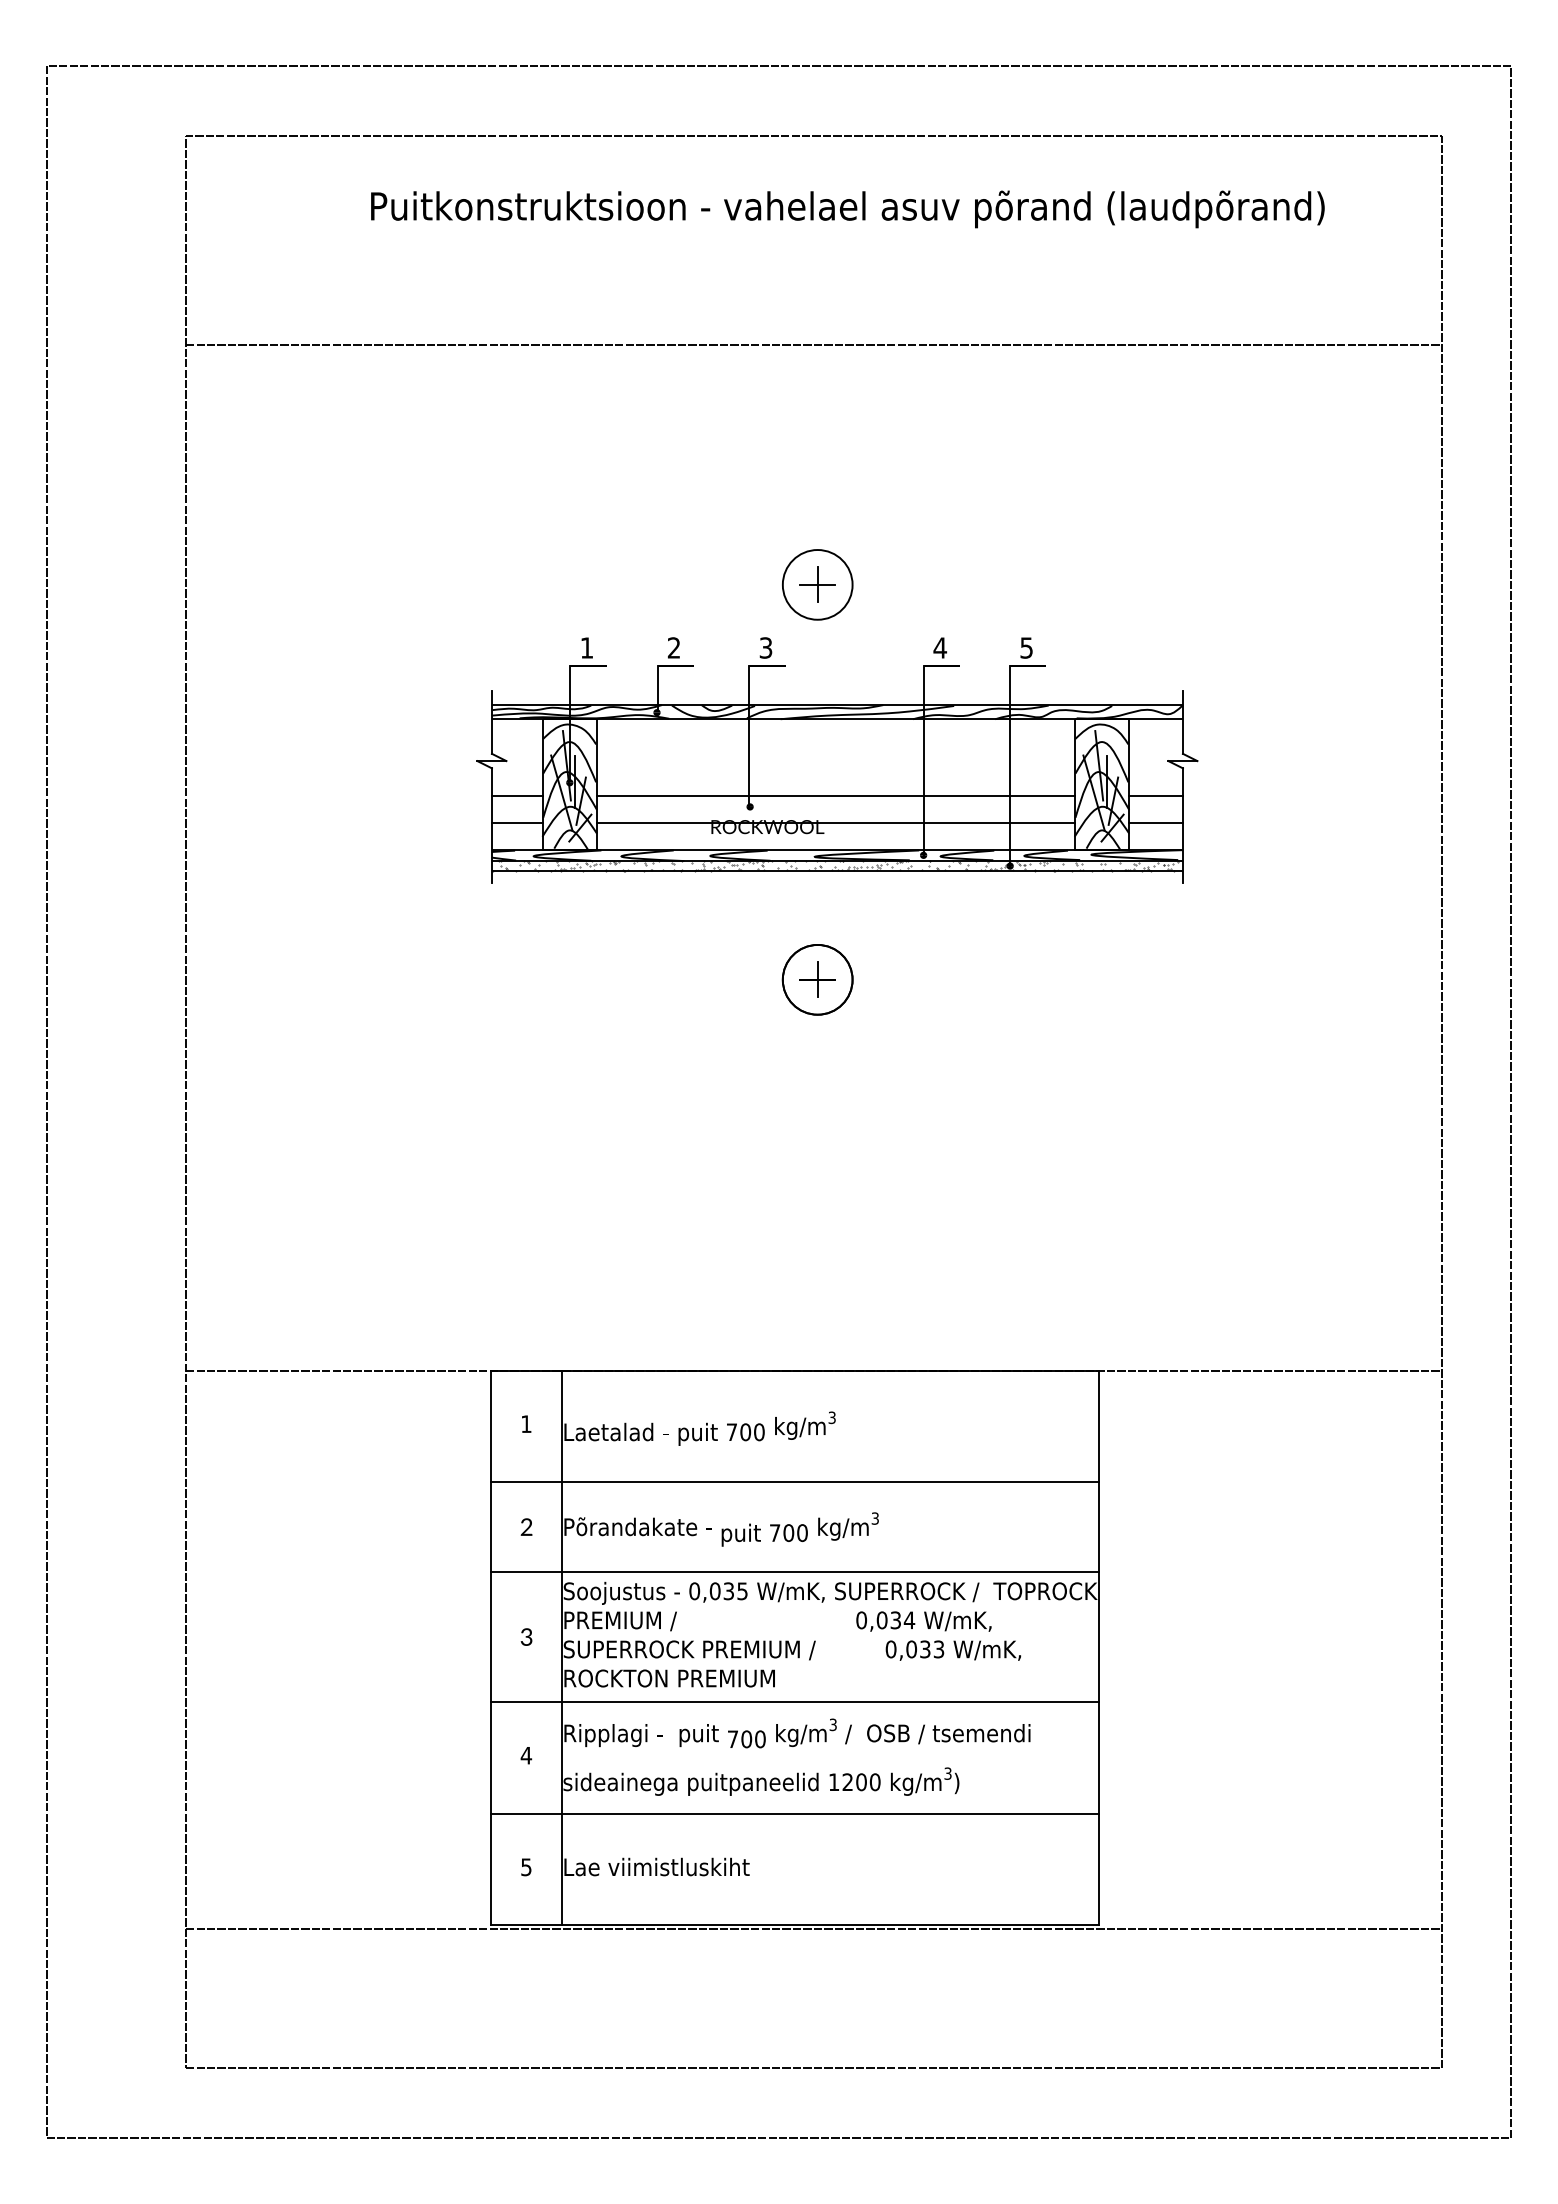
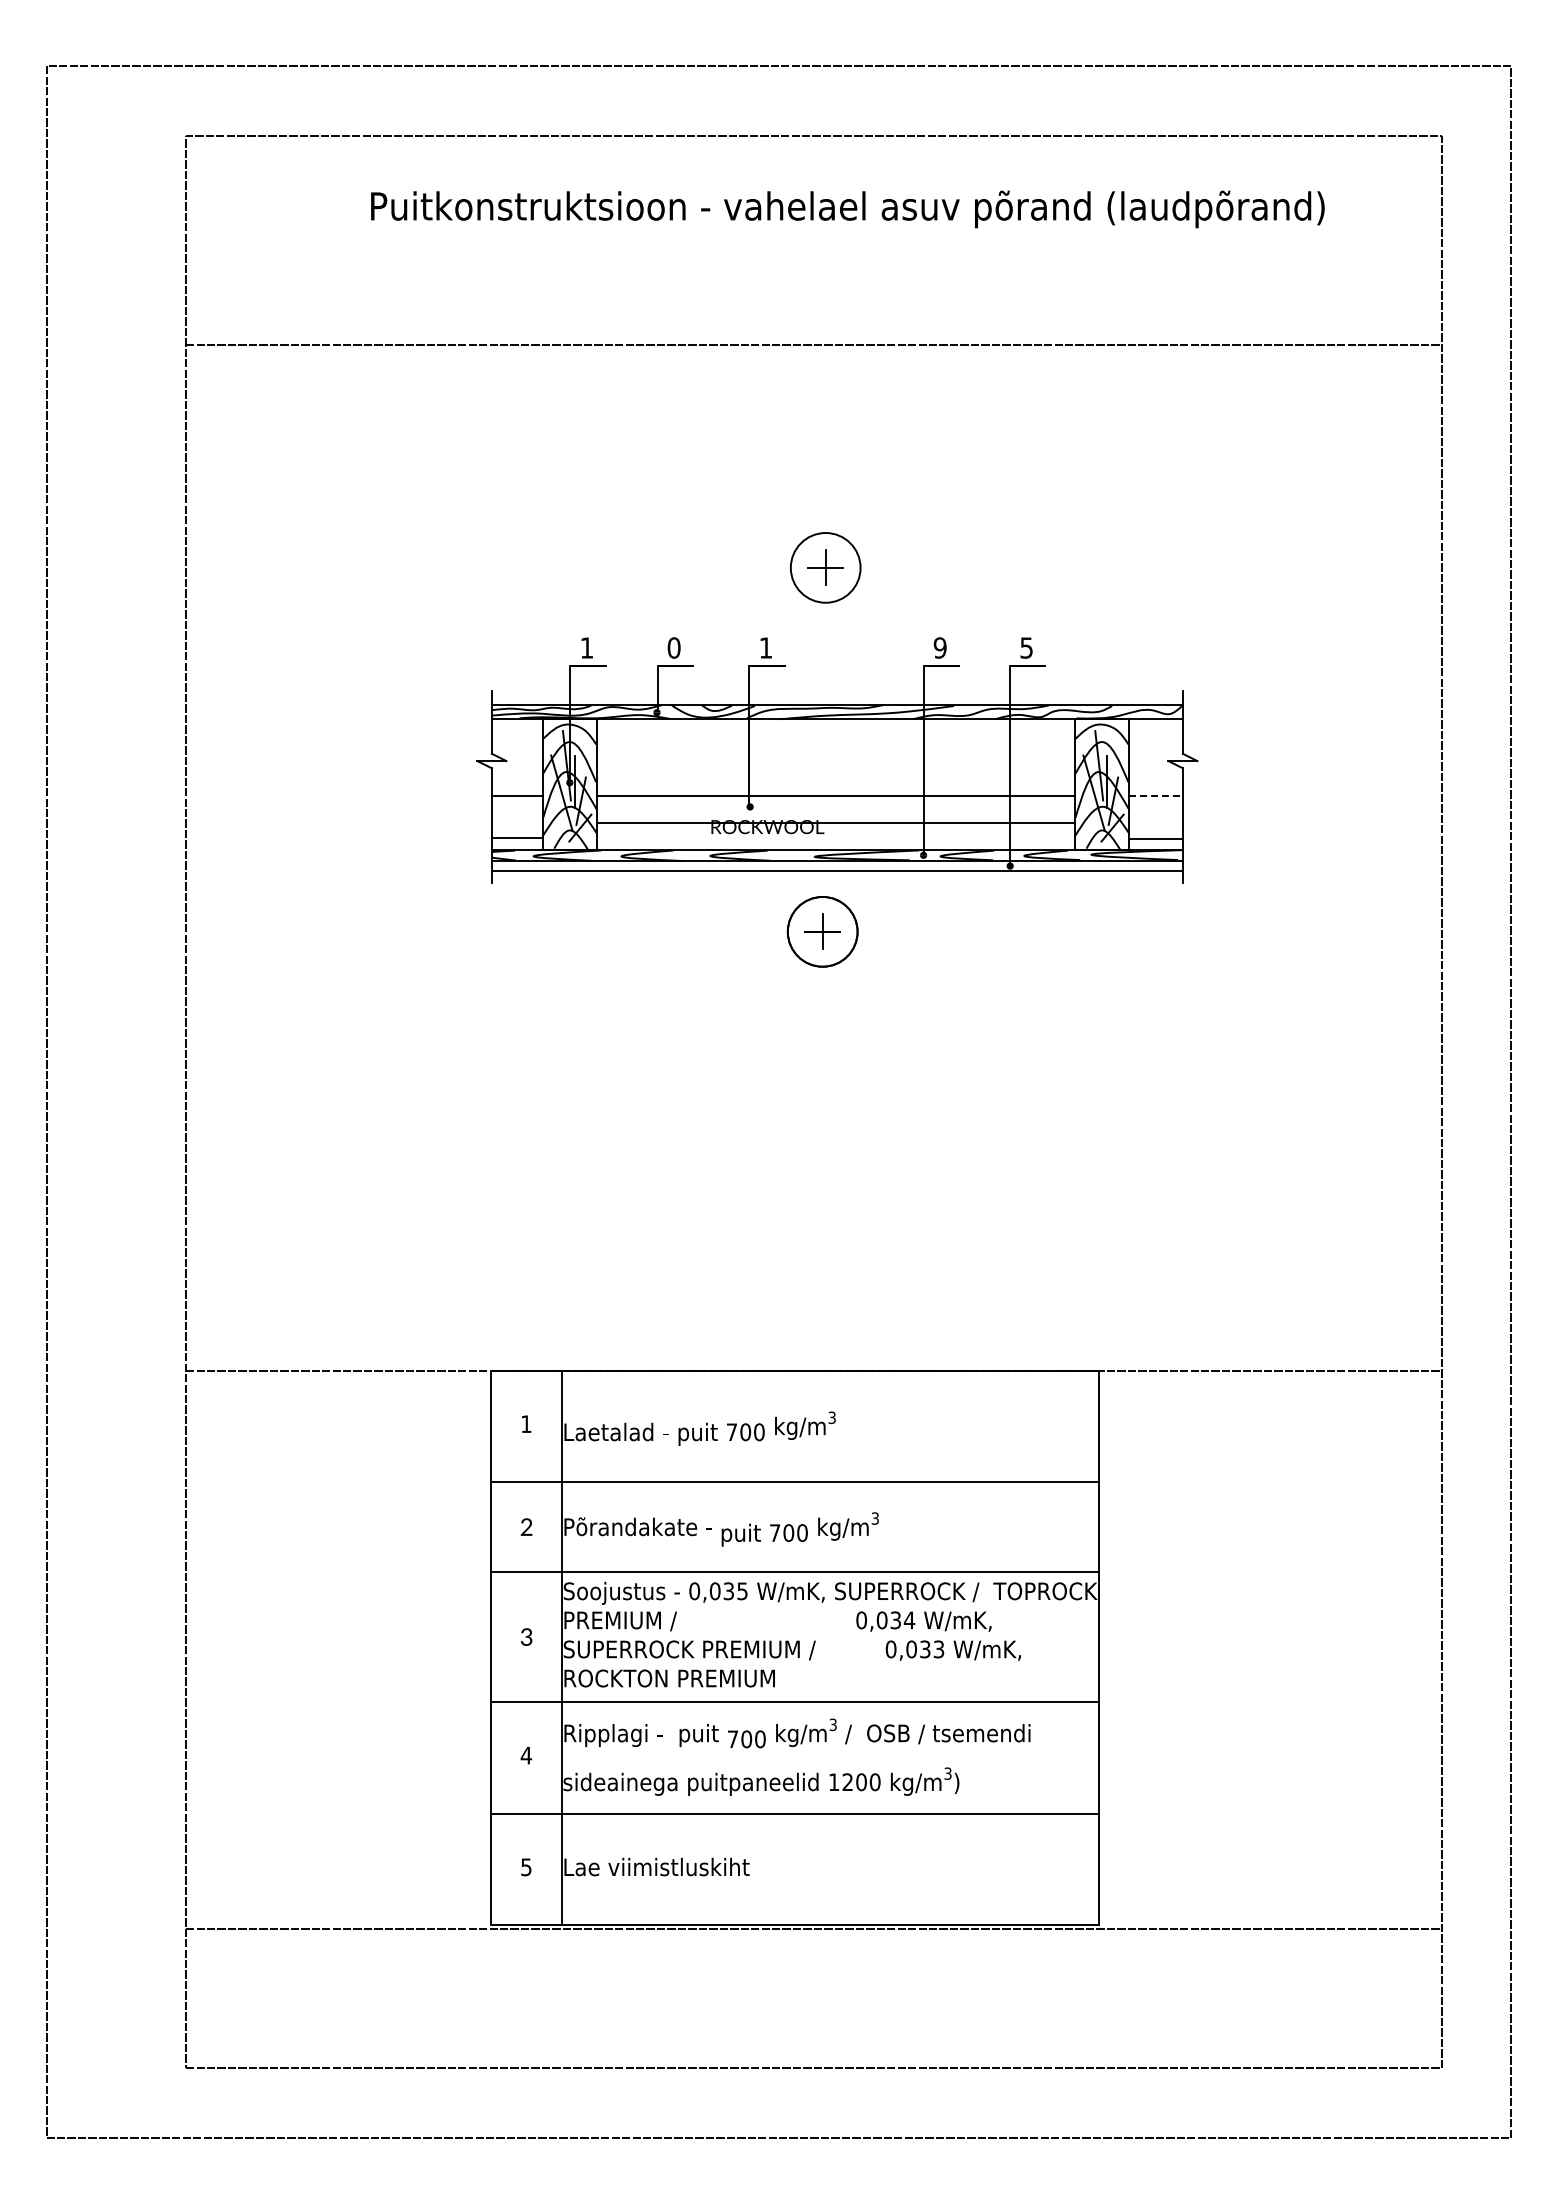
part at (817, 584) position: (817, 584) -> (825, 567)
text at (673, 647): 2 -> 0
text at (765, 647): 3 -> 1
text at (940, 647): 4 -> 9
line at (1156, 795): solid -> dashed
line at (516, 822) position: (516, 822) -> (516, 837)
line at (1155, 822) position: (1155, 822) -> (1155, 838)
hatch at (834, 865): present -> none
part at (817, 979) position: (817, 979) -> (822, 931)
